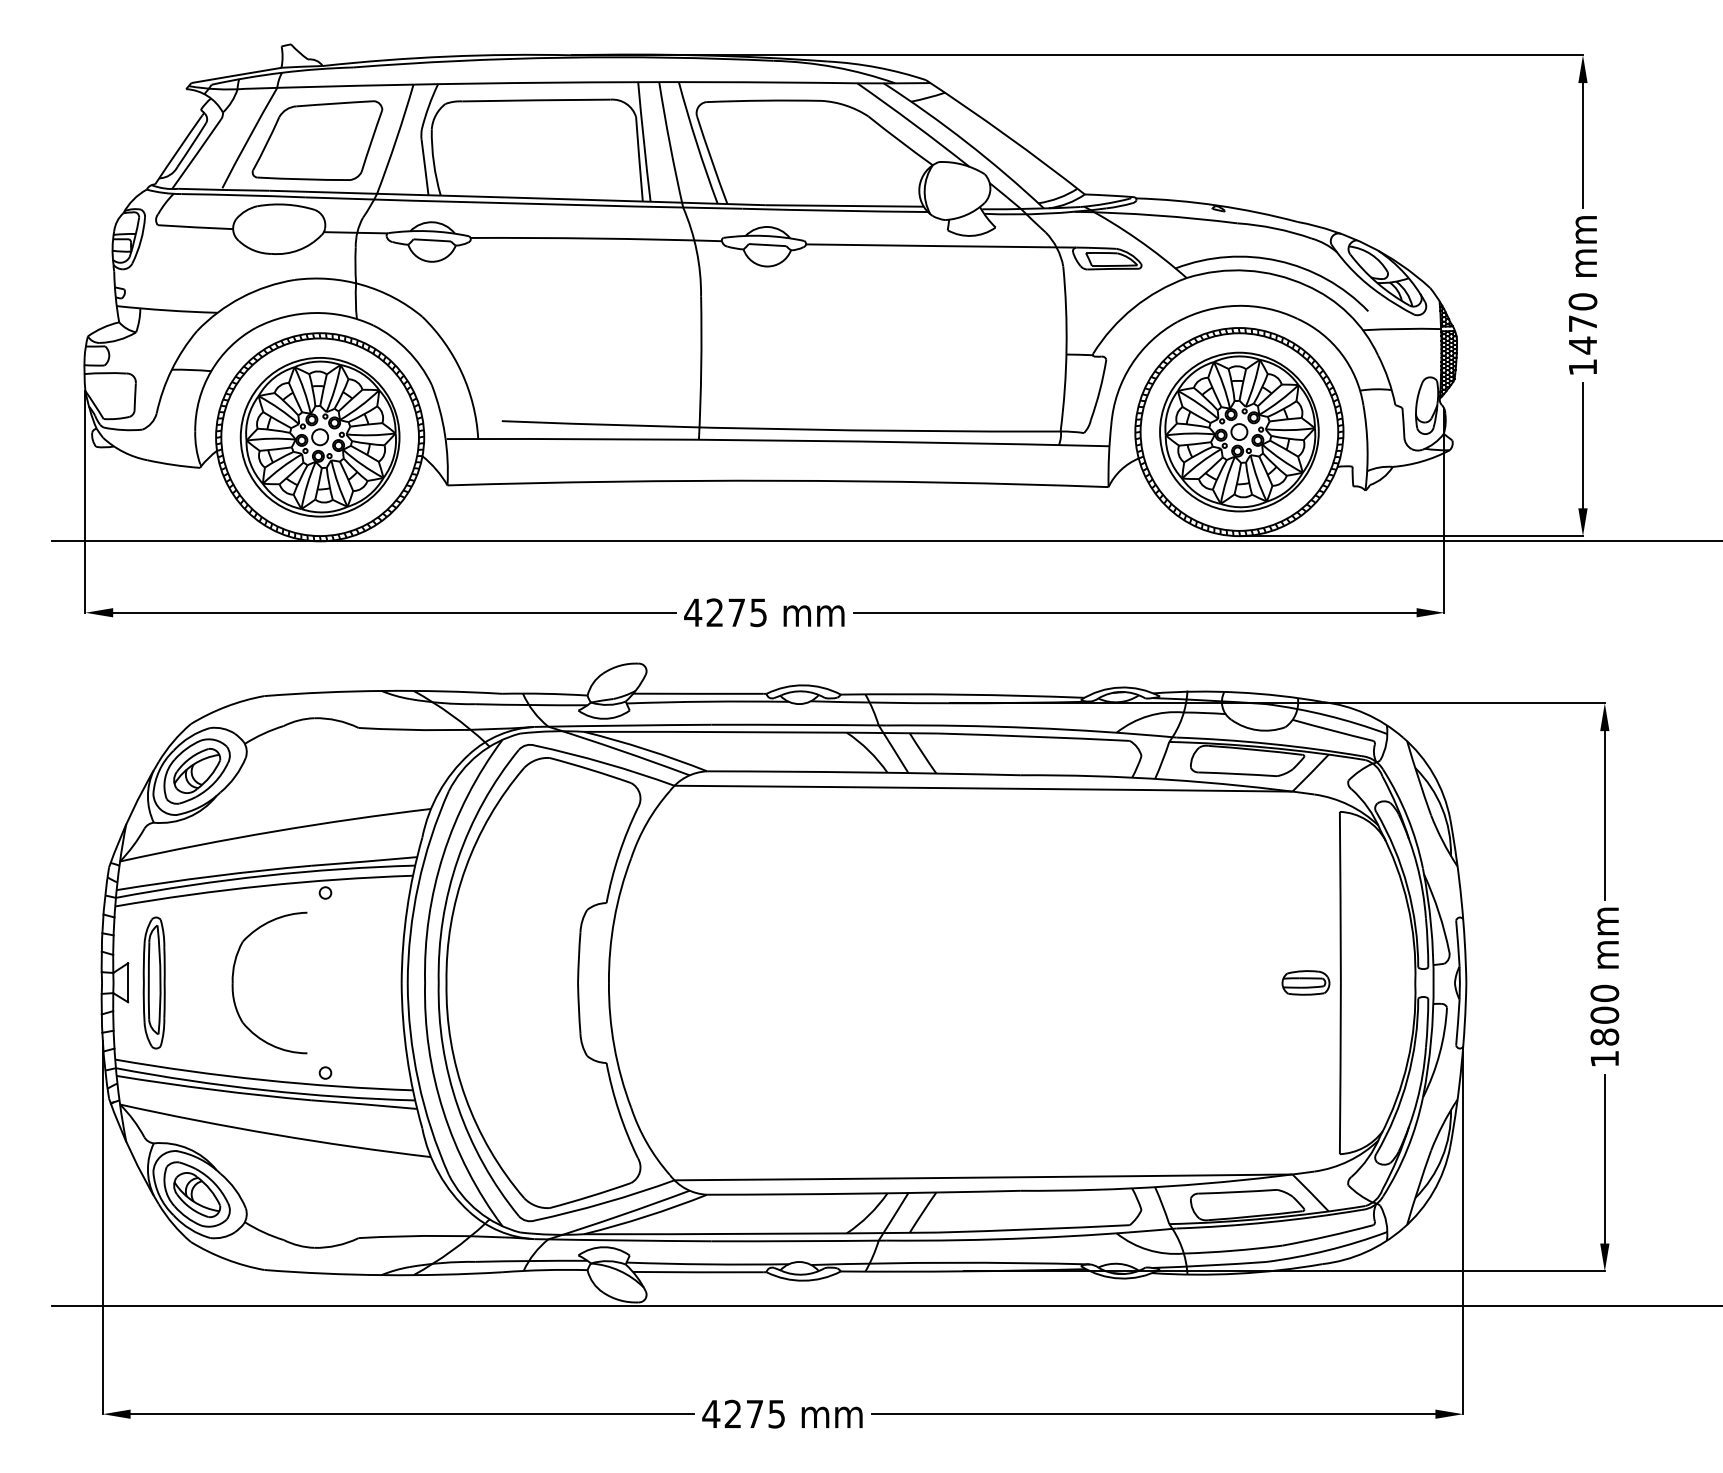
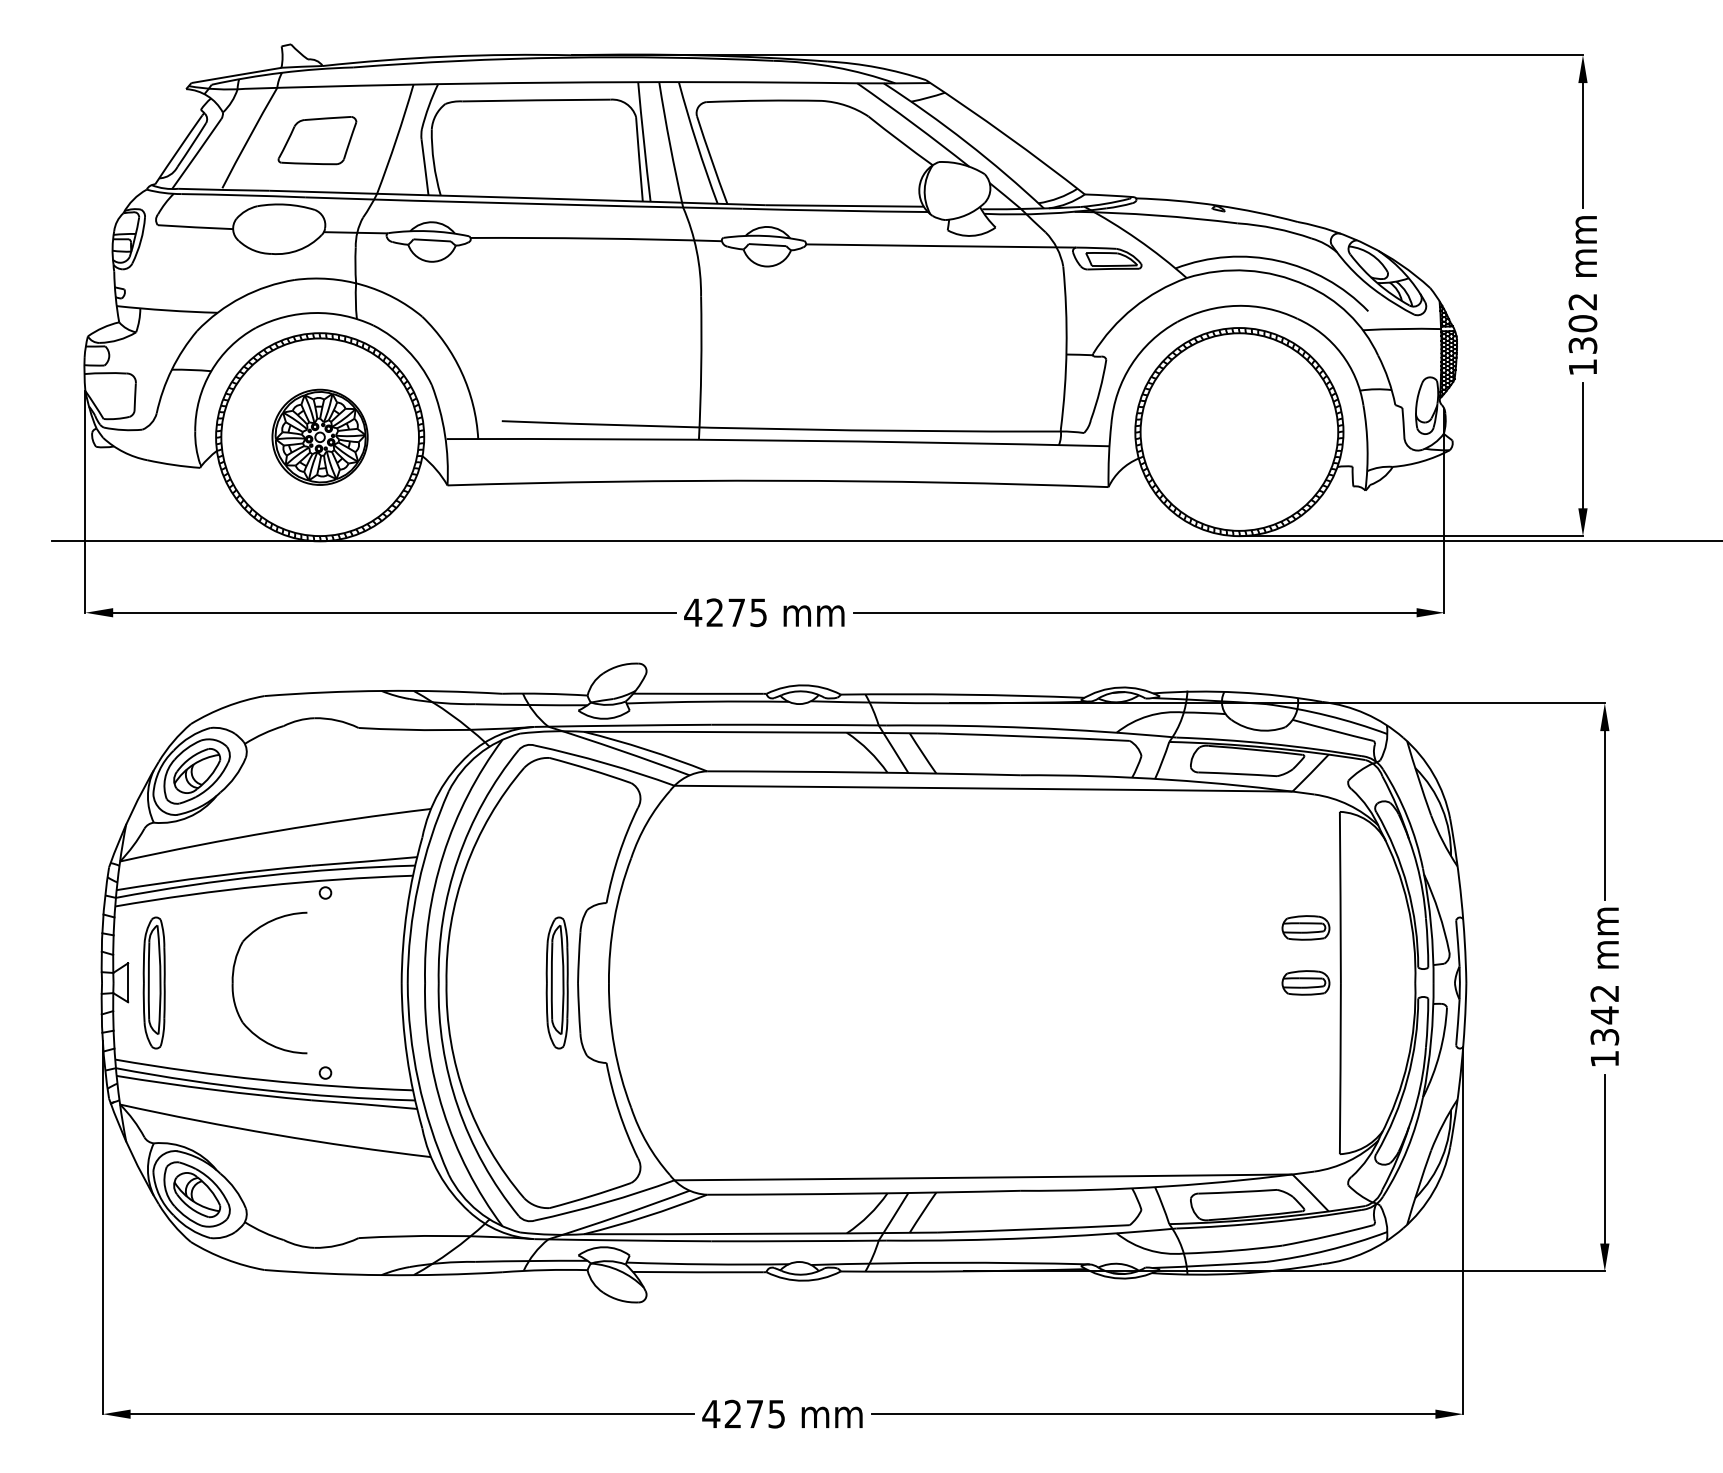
part at (317, 140) size: 133x81 px -> 81x50 px
text at (1582, 323): 1470 -> 1302
part at (1239, 431): present -> none
part at (319, 437) size: 162x161 px -> 98x98 px
part at (1305, 927): none -> present
part at (556, 982): none -> present
text at (1604, 1014): 1800 -> 1342
line at (885, 1305): present -> none
